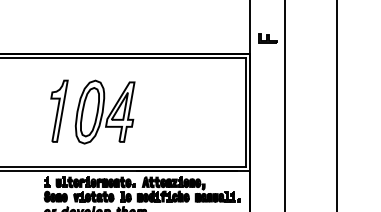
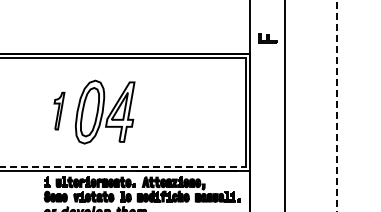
line at (336, 105): solid -> dashed
part at (59, 110) size: 19x64 px -> 13x40 px
line at (123, 166): solid -> dashed
